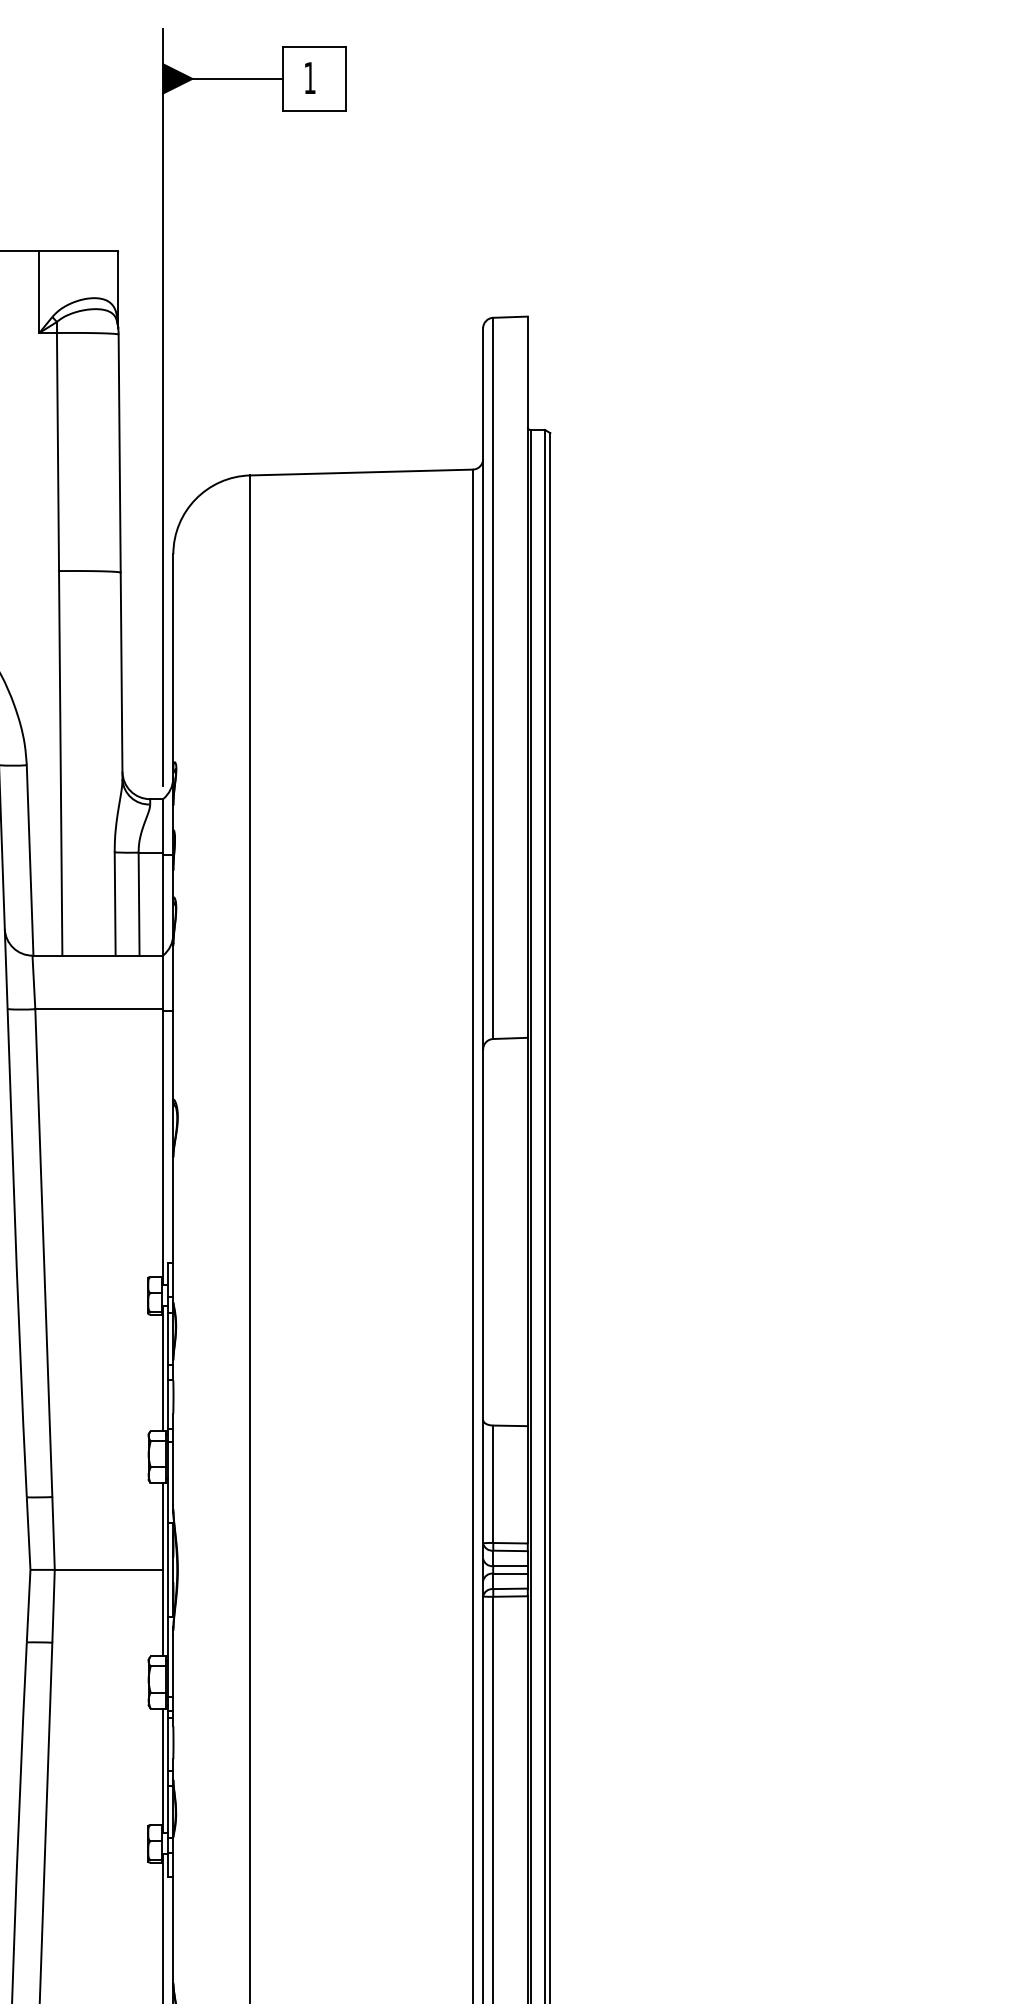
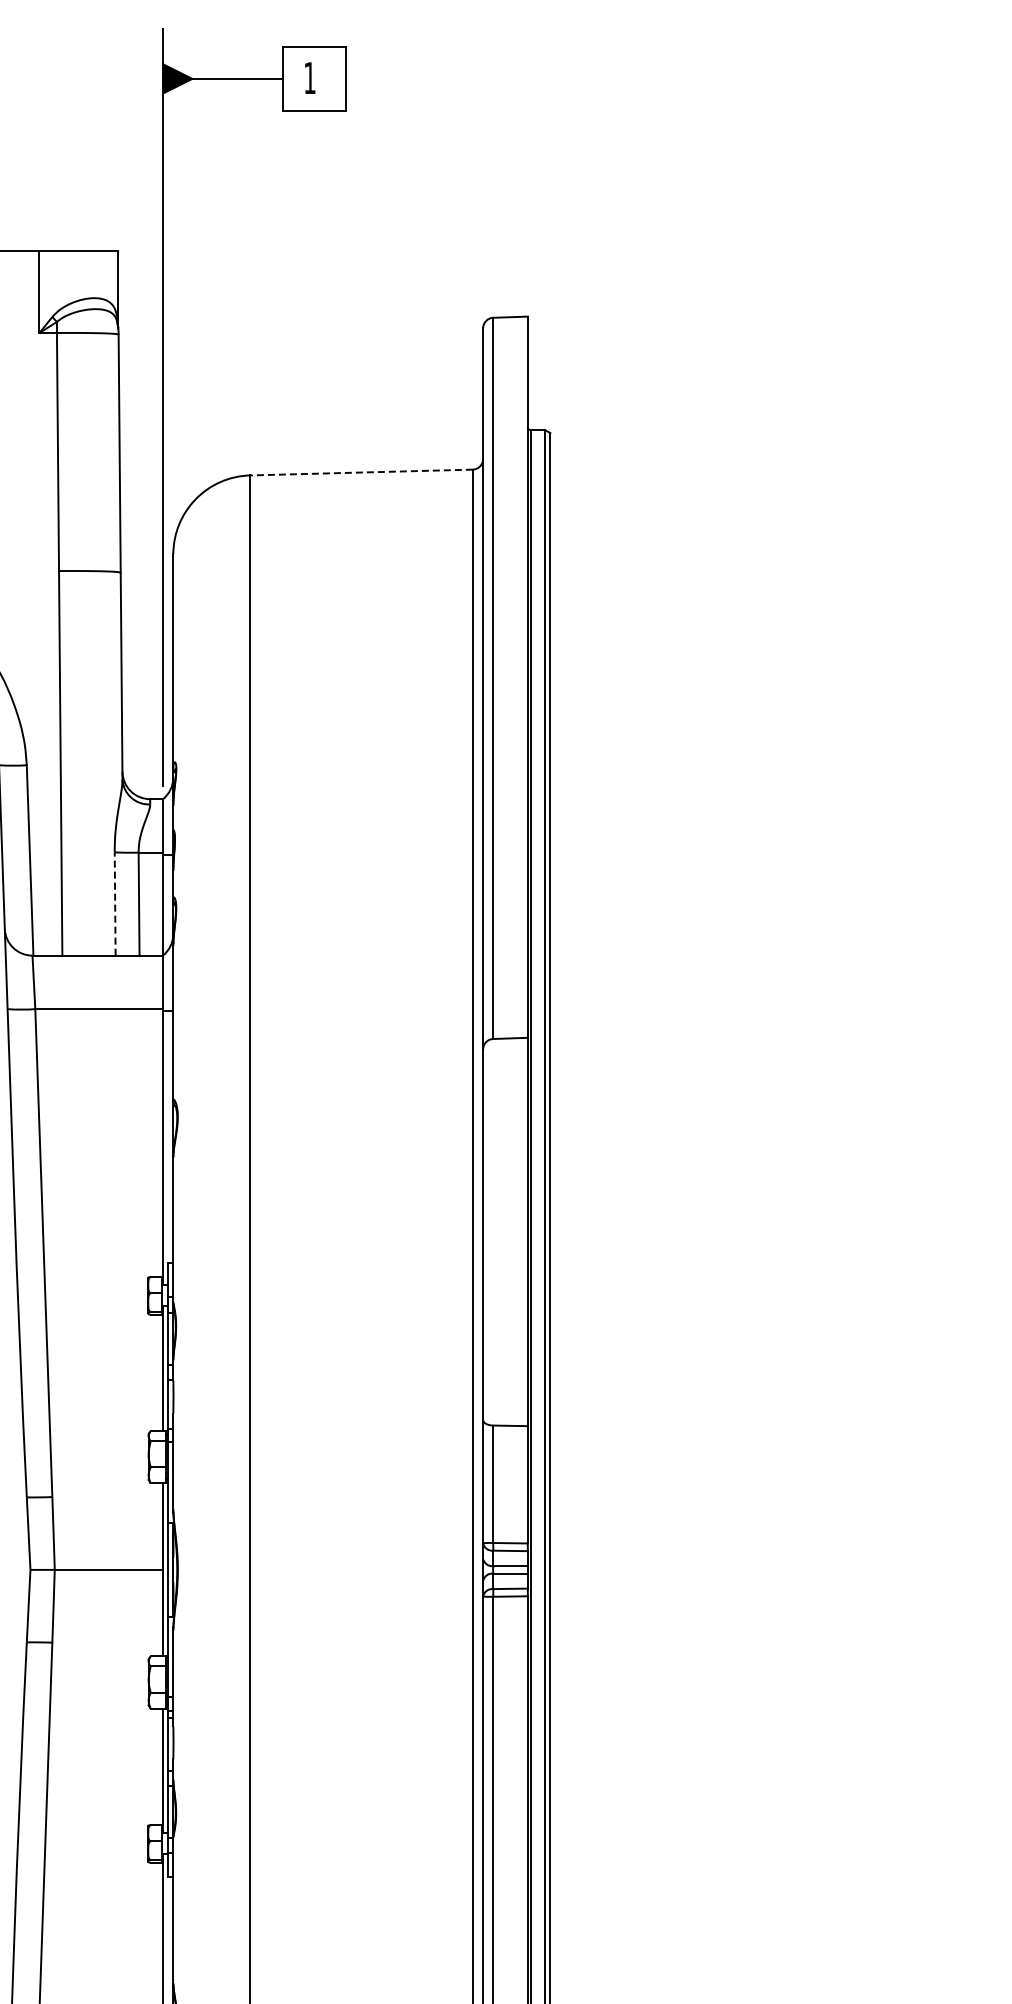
line at (360, 472): solid -> dashed
line at (115, 904): solid -> dashed
